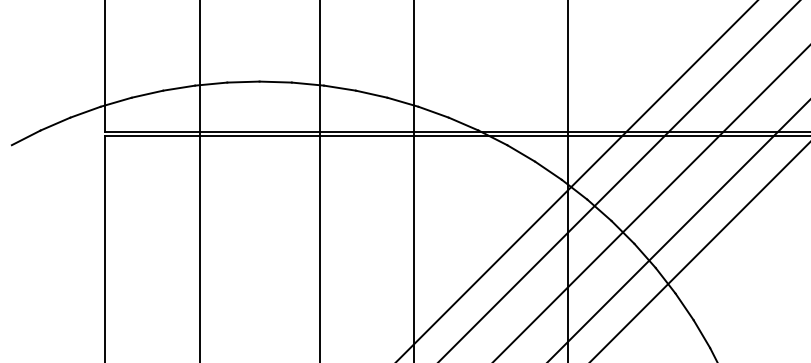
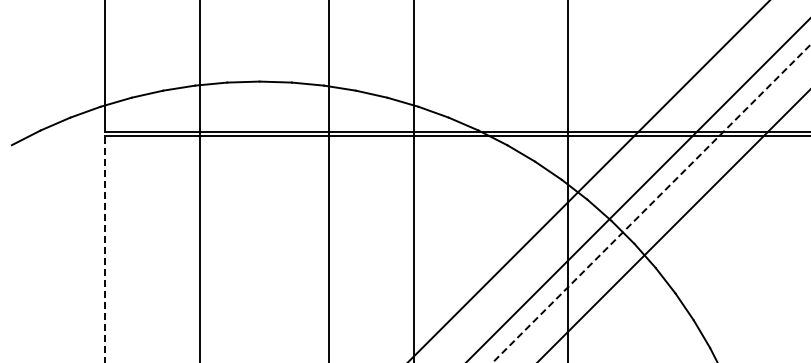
line at (319, 180) position: (319, 180) -> (328, 180)
line at (576, 180) position: (576, 180) -> (589, 180)
line at (619, 180) position: (619, 180) -> (638, 189)
line at (651, 203): solid -> dashed
line at (678, 230) position: (678, 230) -> (673, 225)
line at (105, 248): solid -> dashed
line at (699, 251): present -> none
